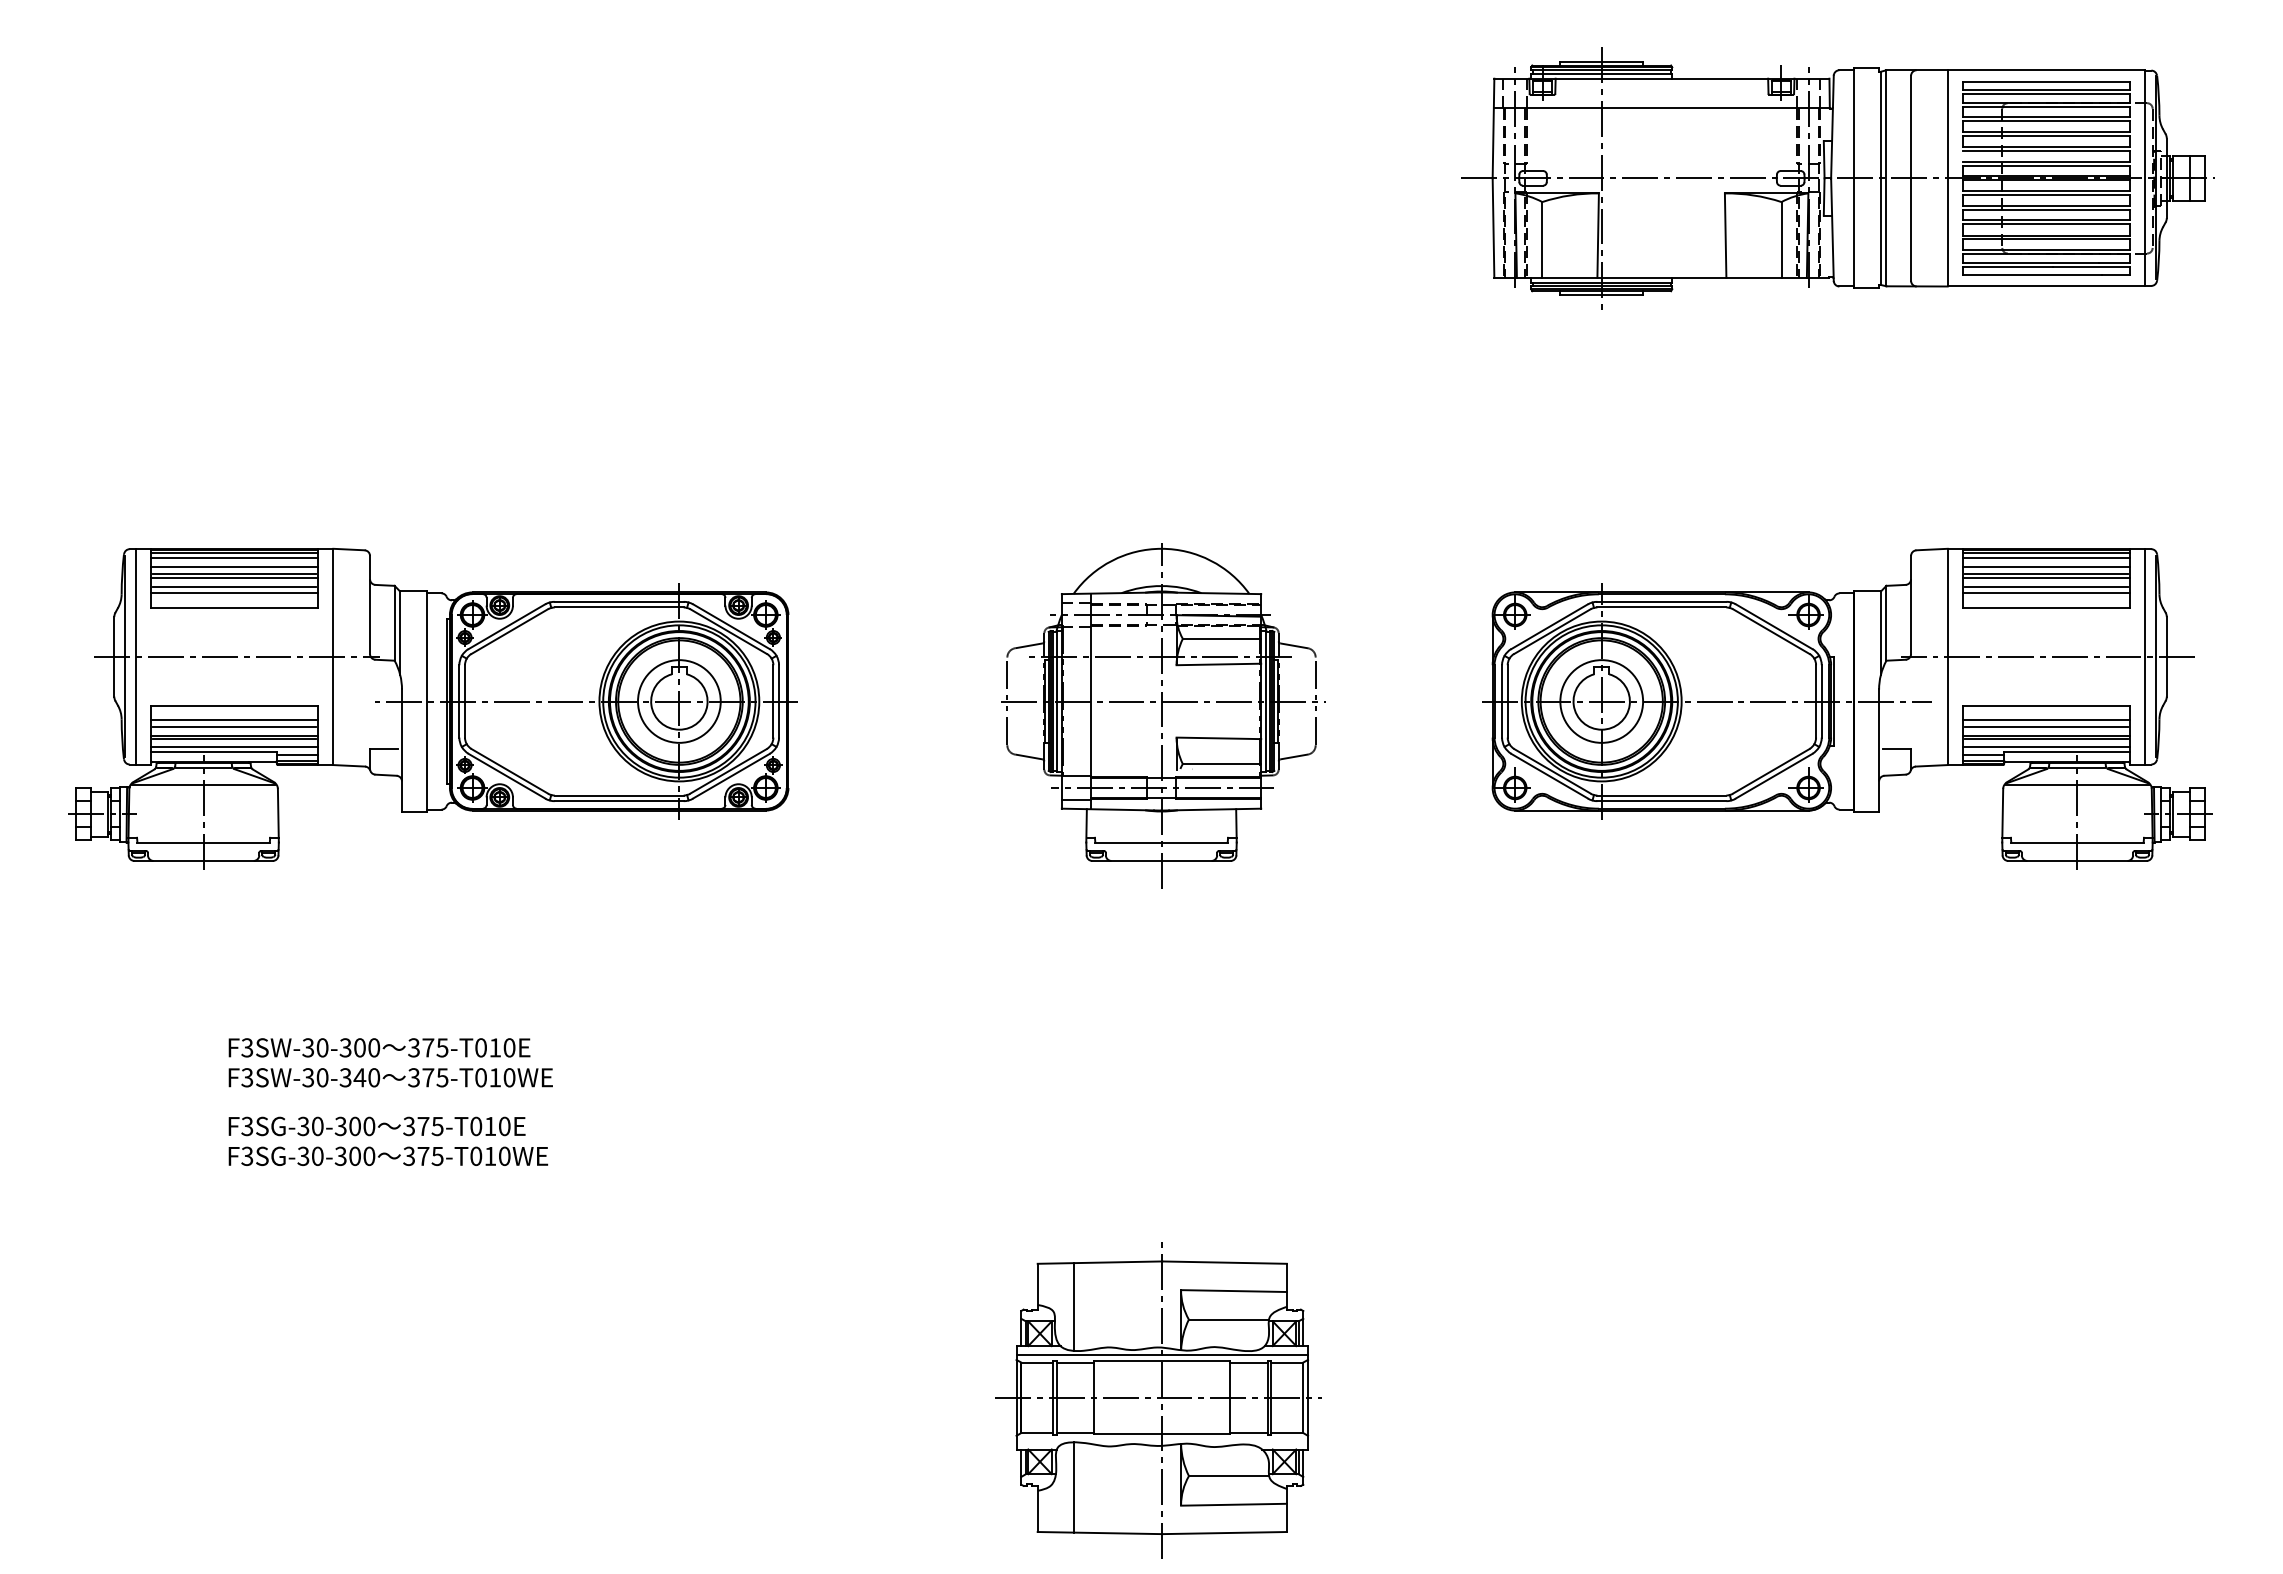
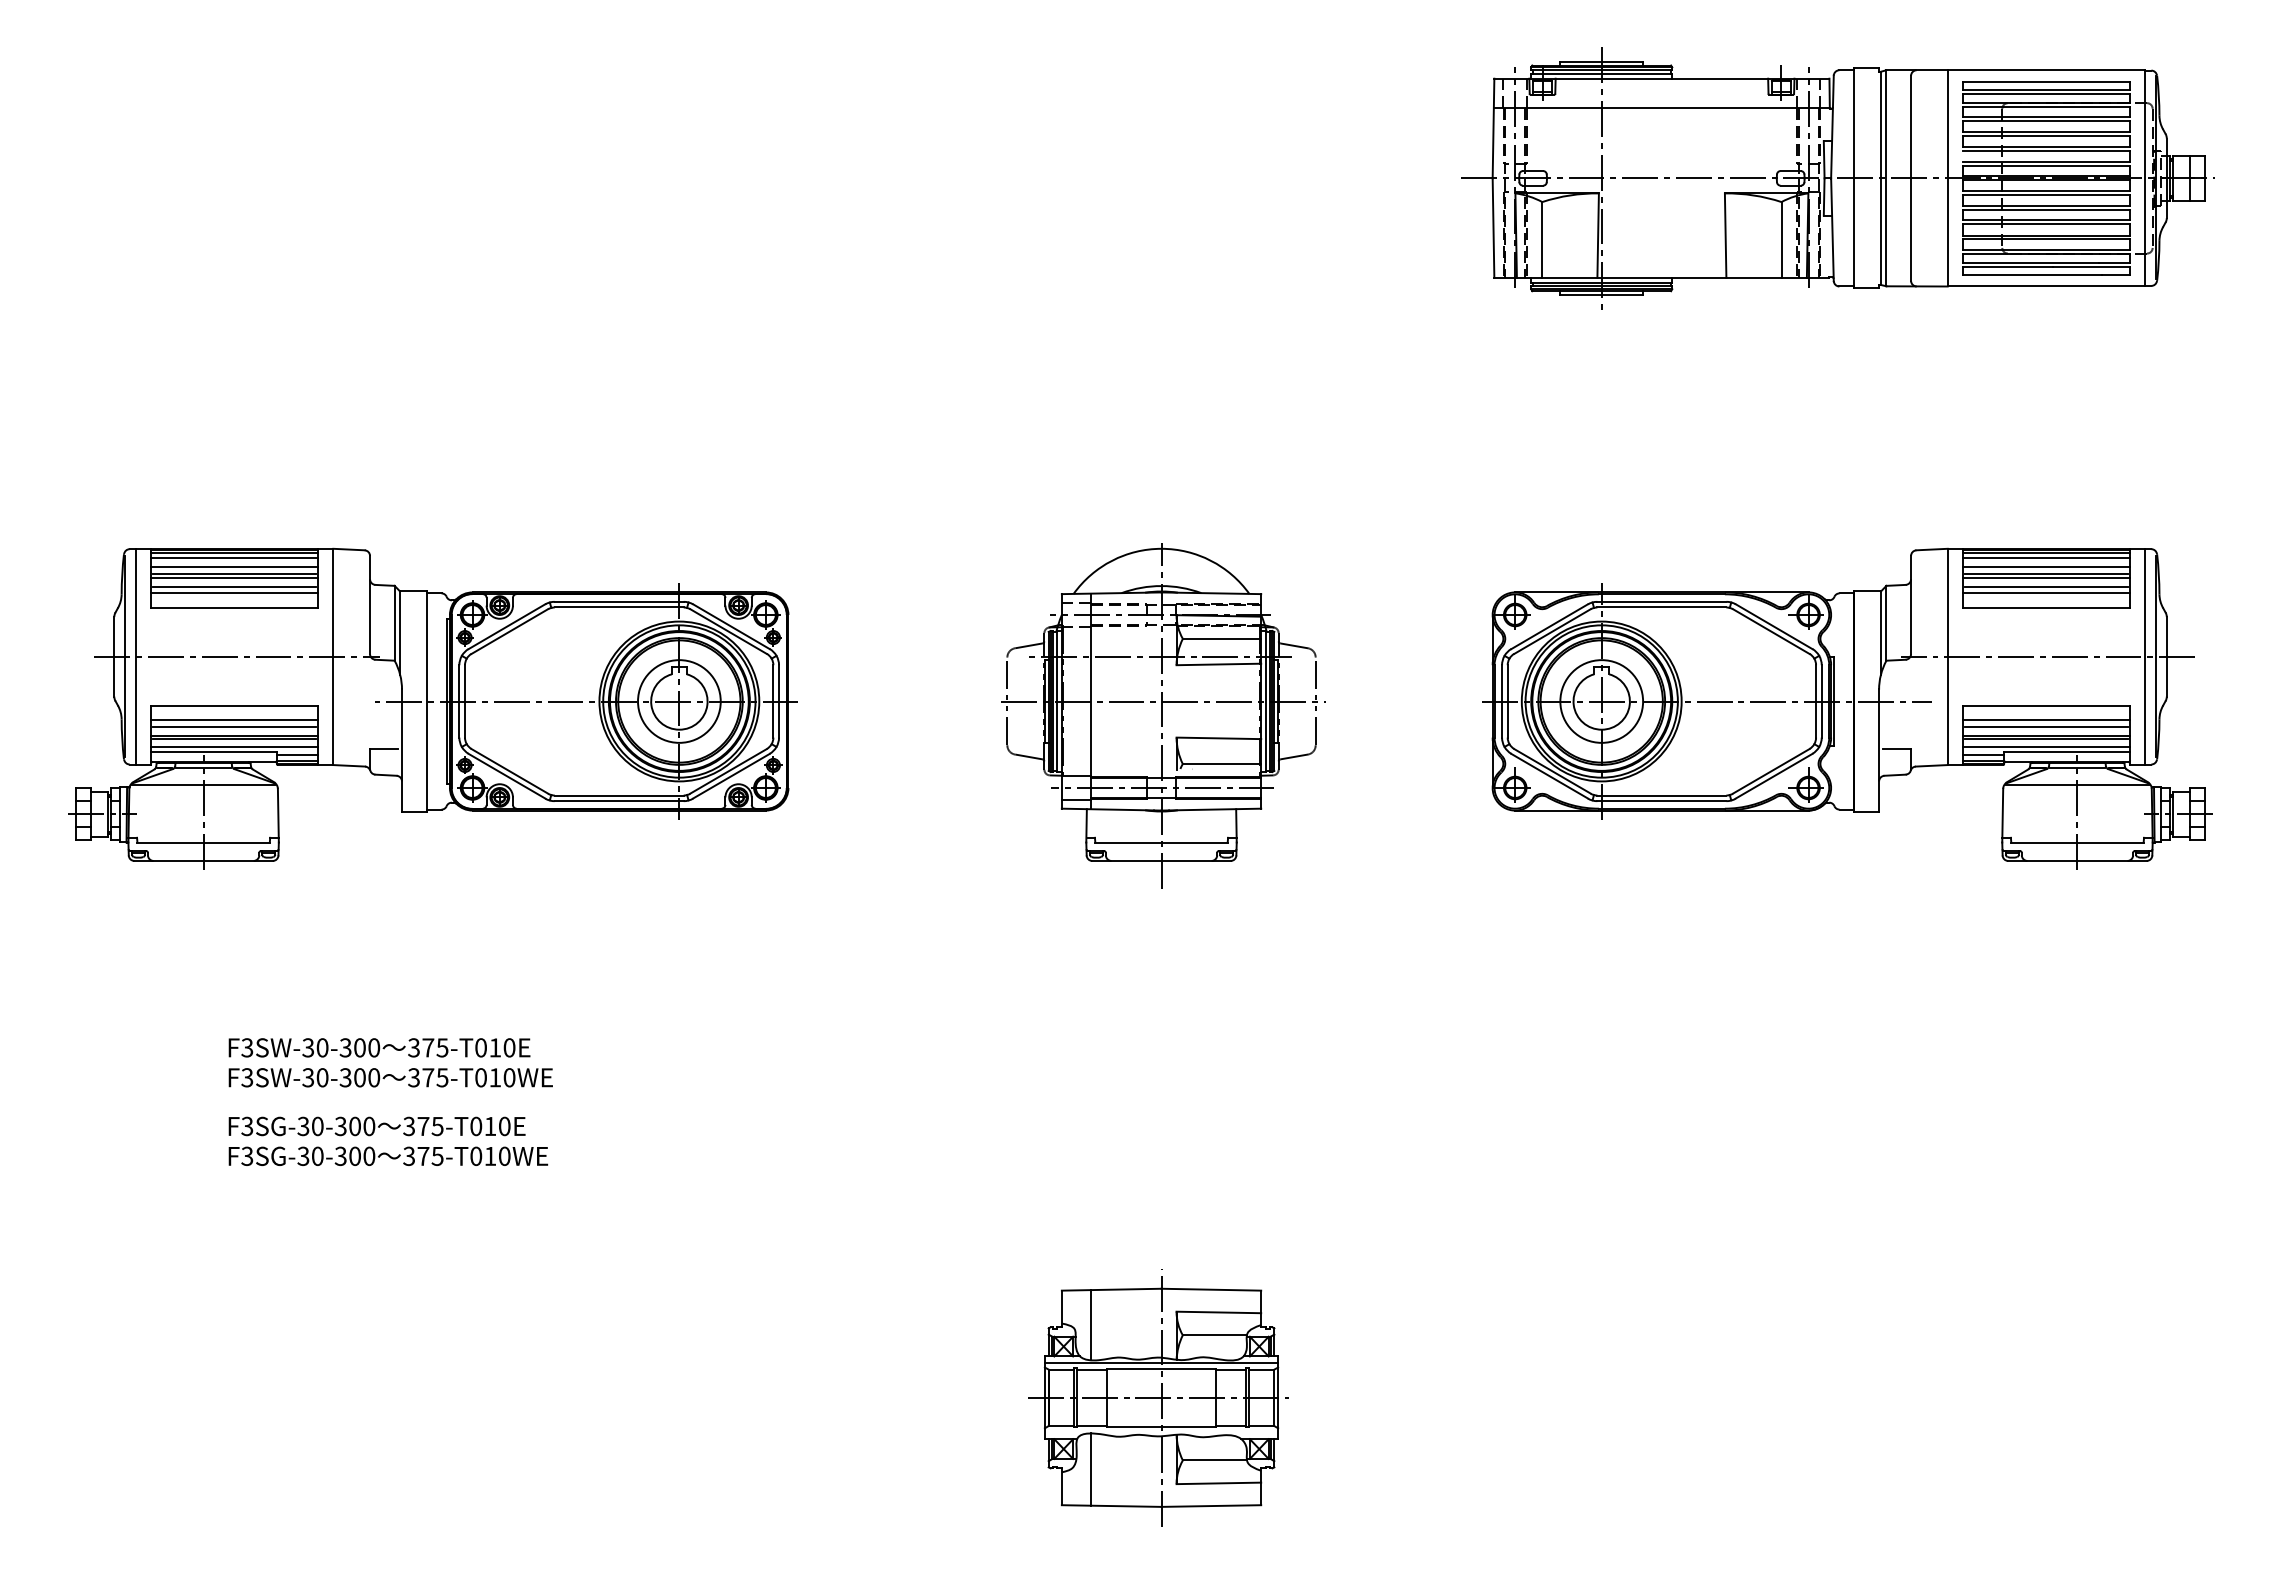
text at (359, 1077): F3SW-30-340 -> F3SW-30-300
part at (1158, 1400) size: 327x317 px -> 261x258 px
